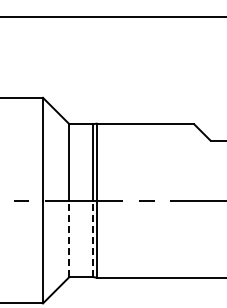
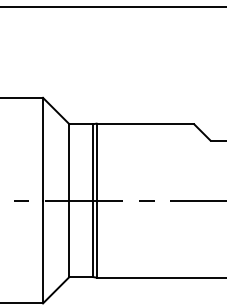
line at (112, 16) position: (112, 16) -> (112, 6)
line at (69, 238): dashed -> solid
line at (92, 238): dashed -> solid
